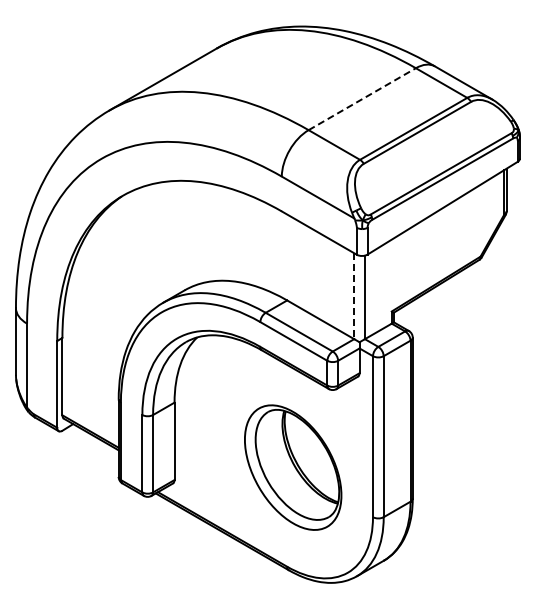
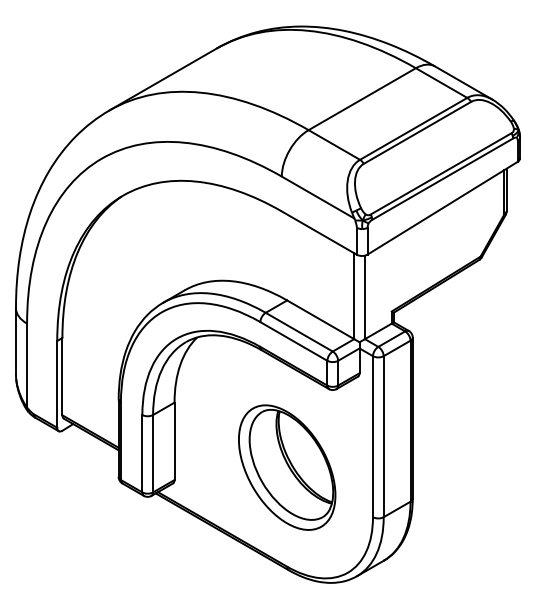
line at (362, 99): dashed -> solid
line at (354, 296): dashed -> solid
part at (293, 467) position: (293, 467) -> (287, 467)
